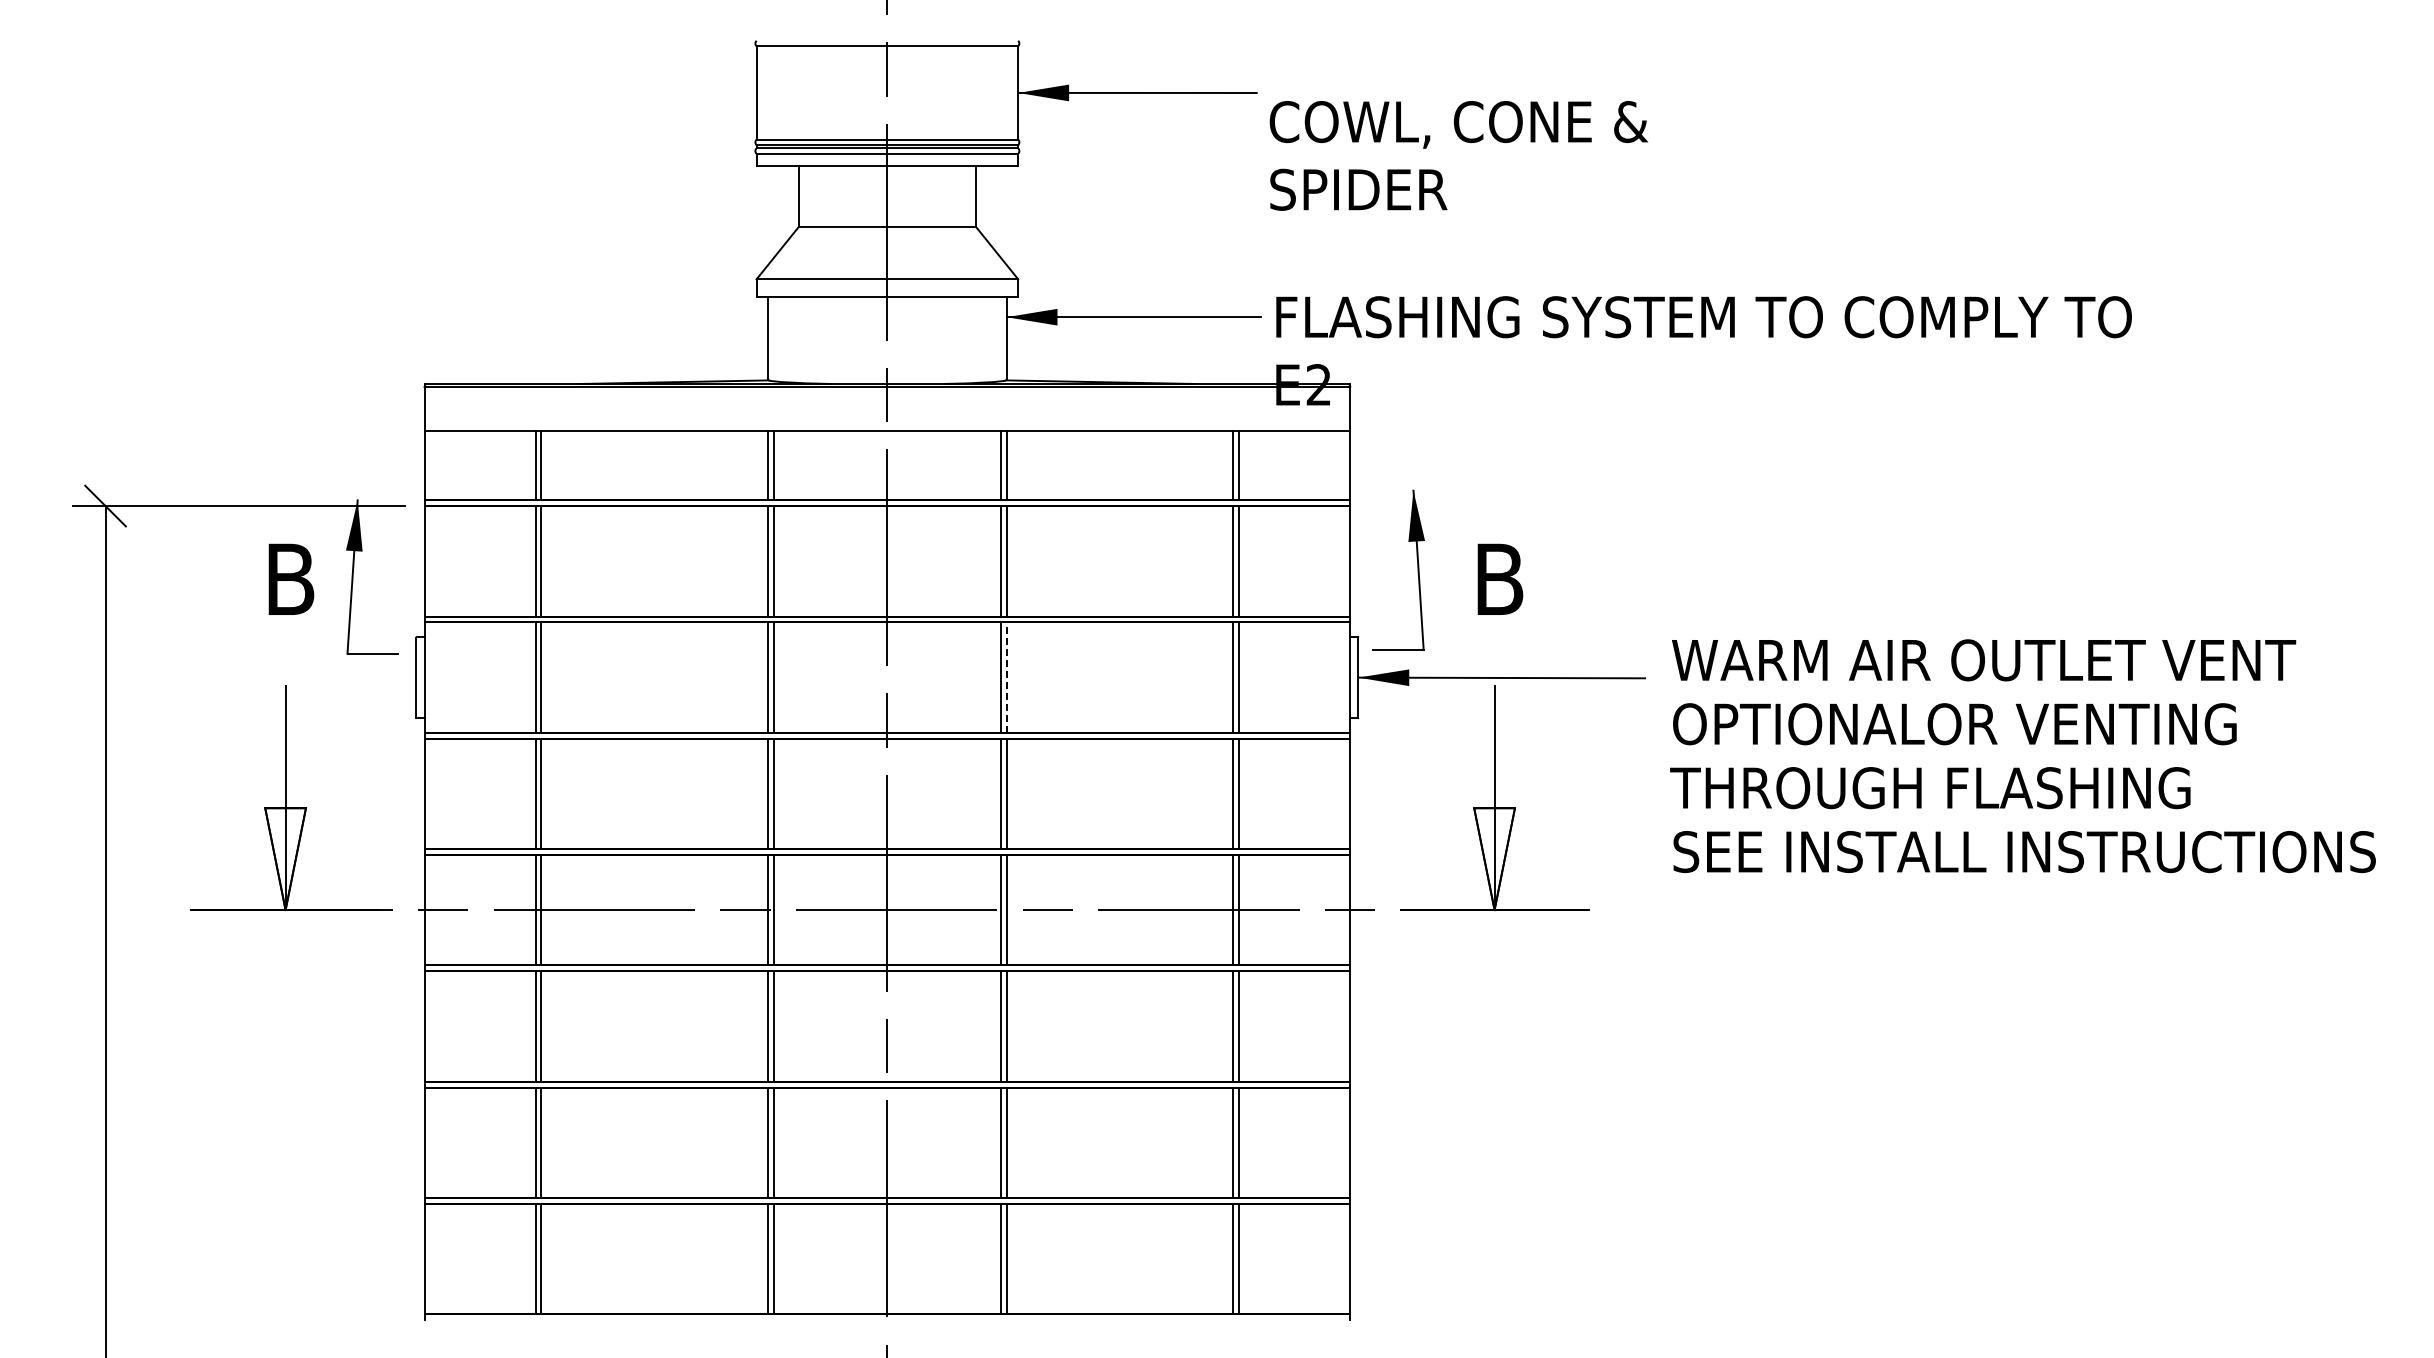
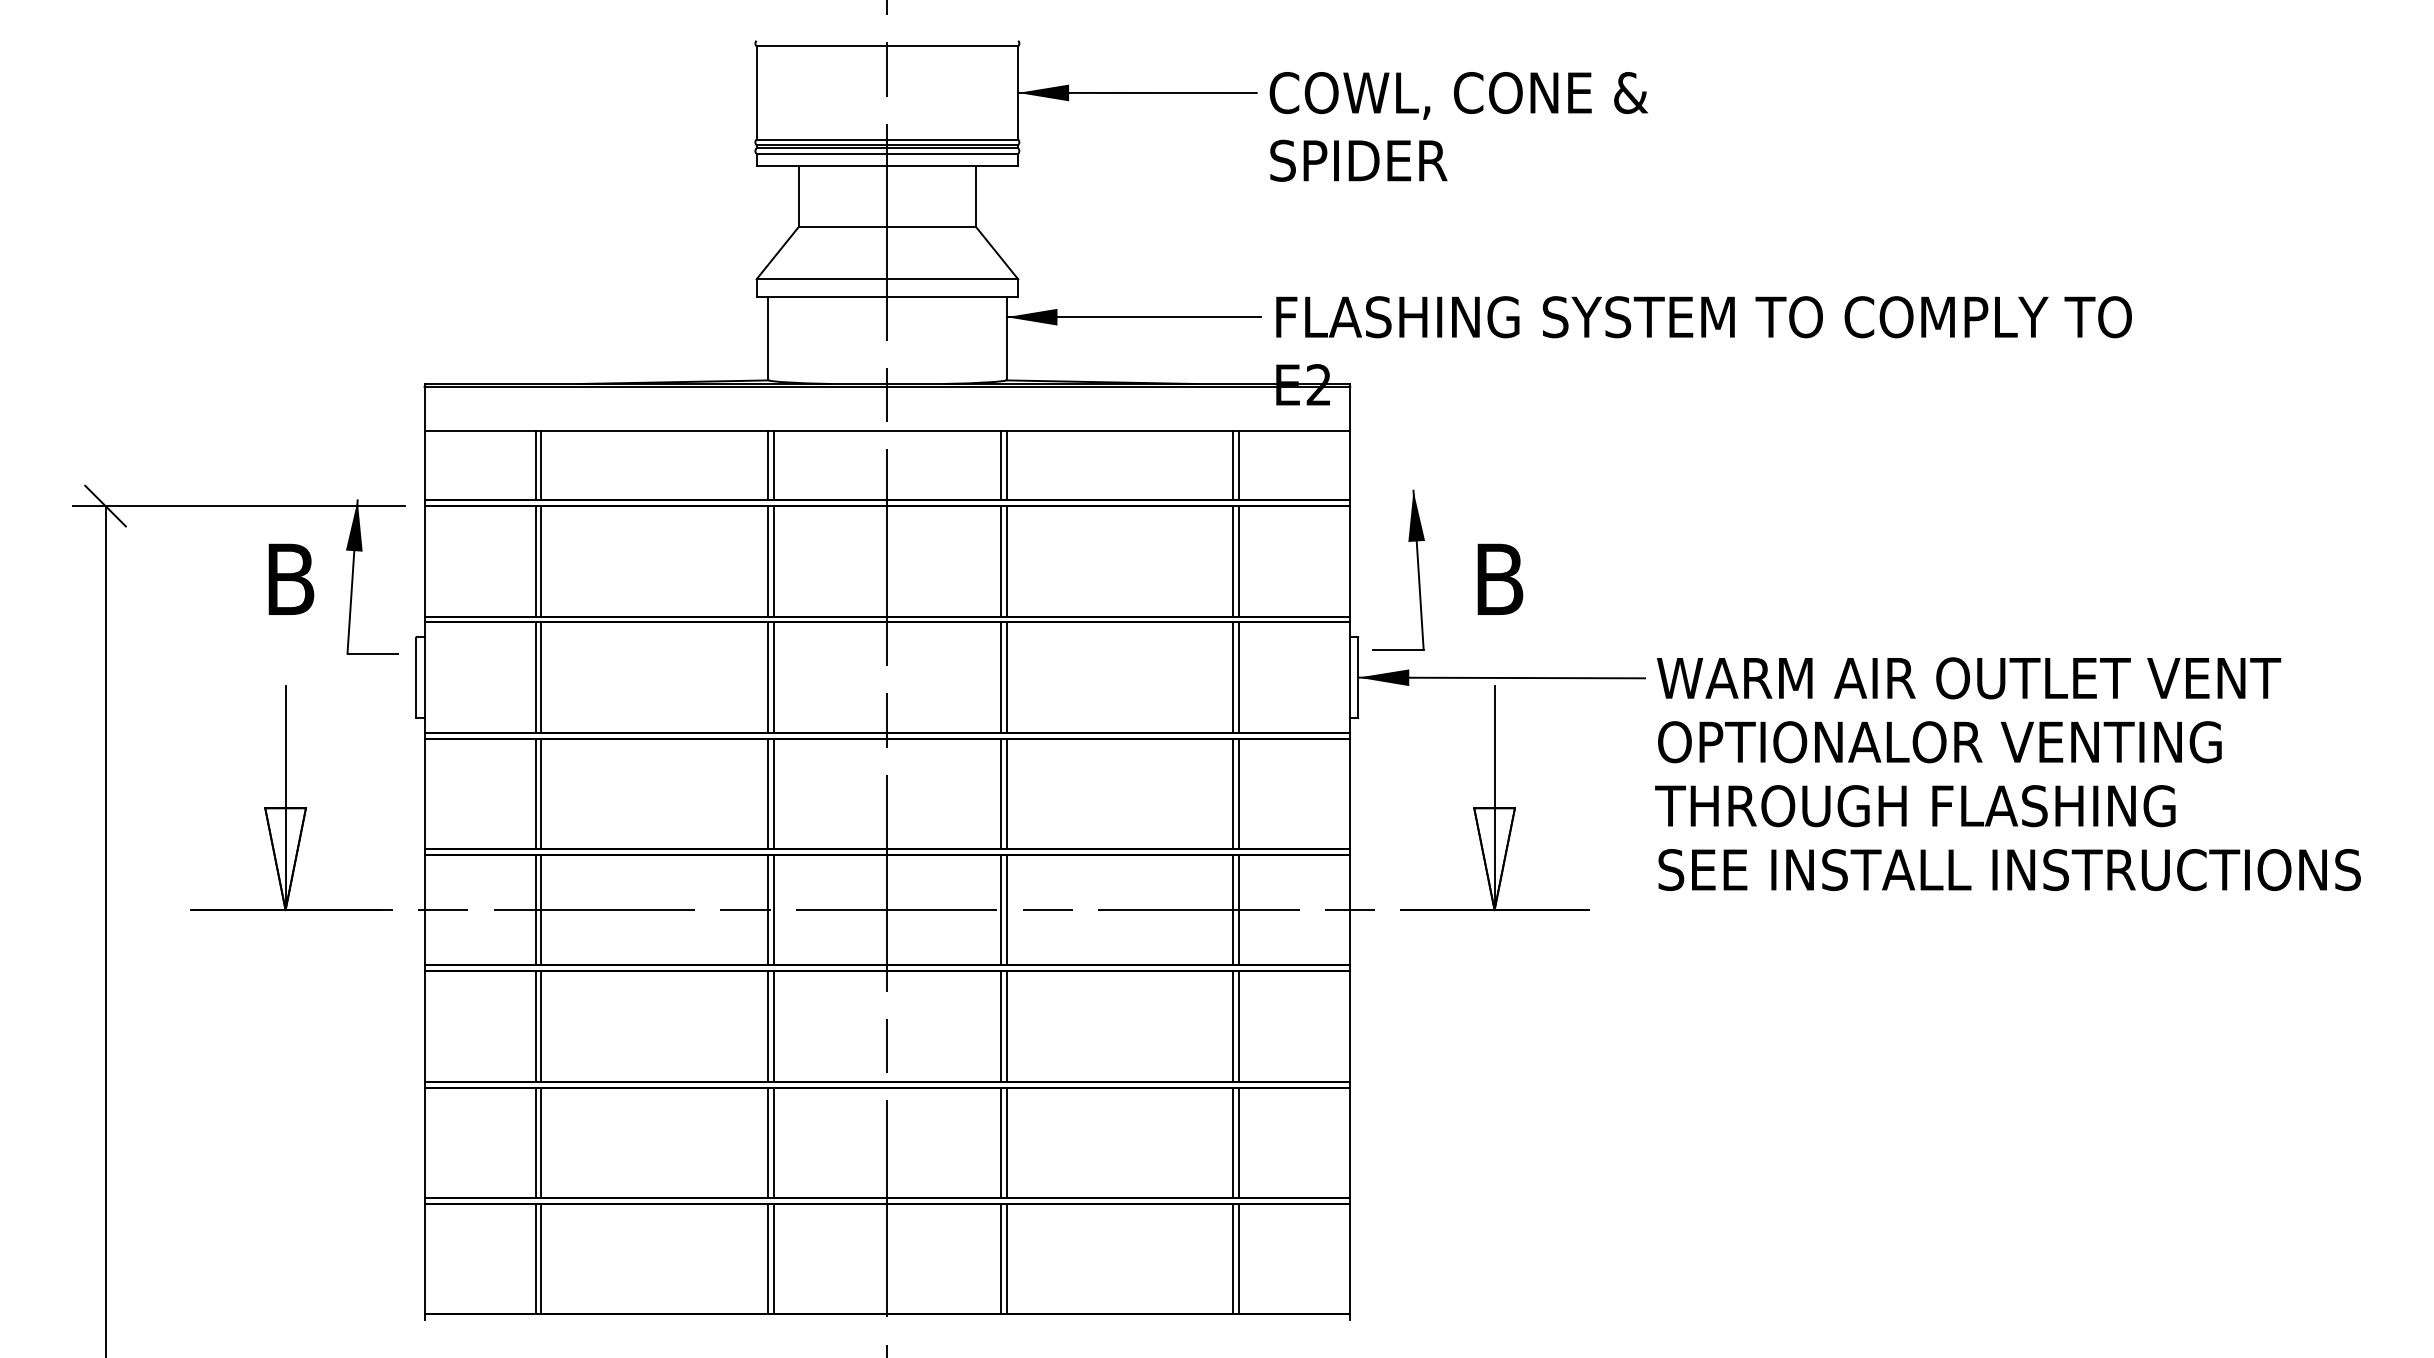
text at (1458, 155) position: (1458, 155) -> (1458, 126)
line at (1006, 677): dashed -> solid
text at (2022, 756) position: (2022, 756) -> (2007, 774)
